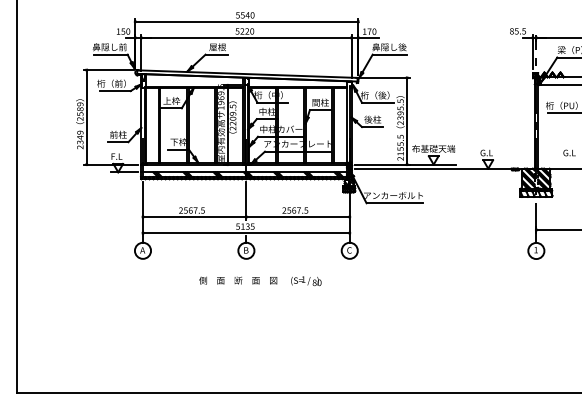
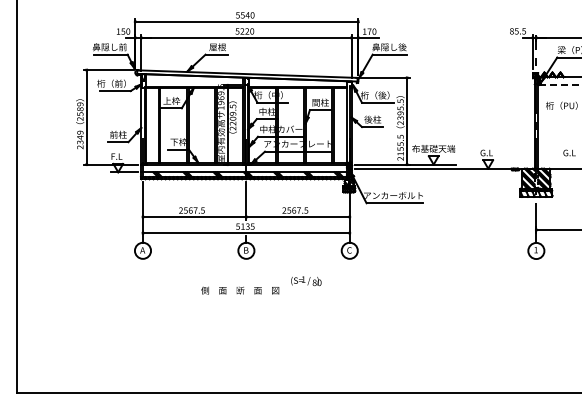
line at (560, 84): solid -> dashed
line at (562, 113): present -> none
text at (238, 280) position: (238, 280) -> (240, 290)
